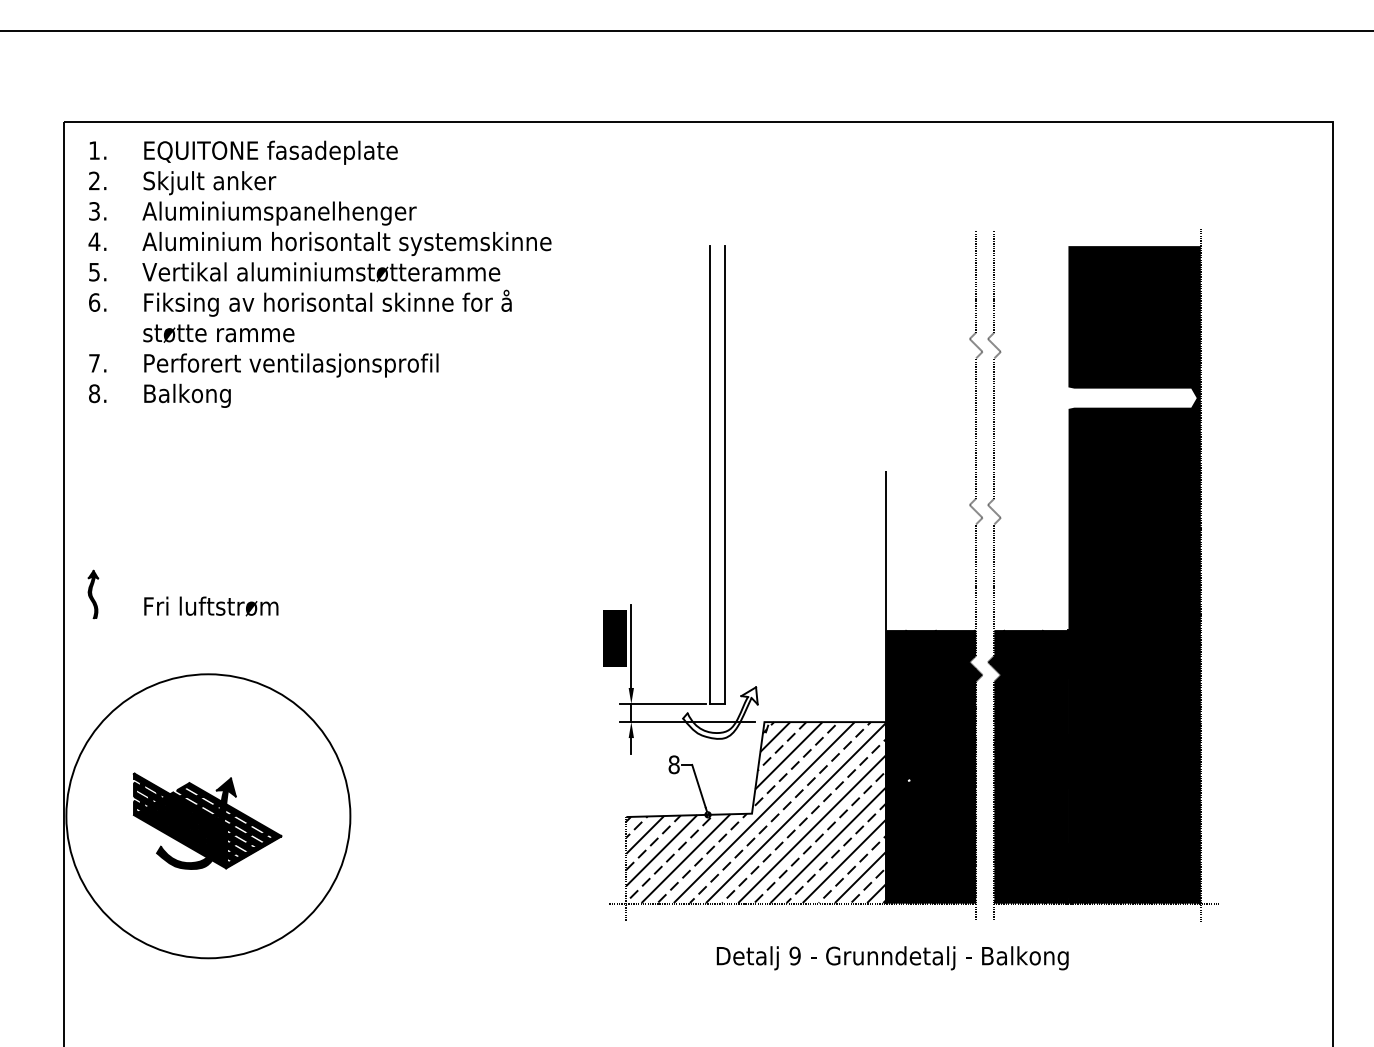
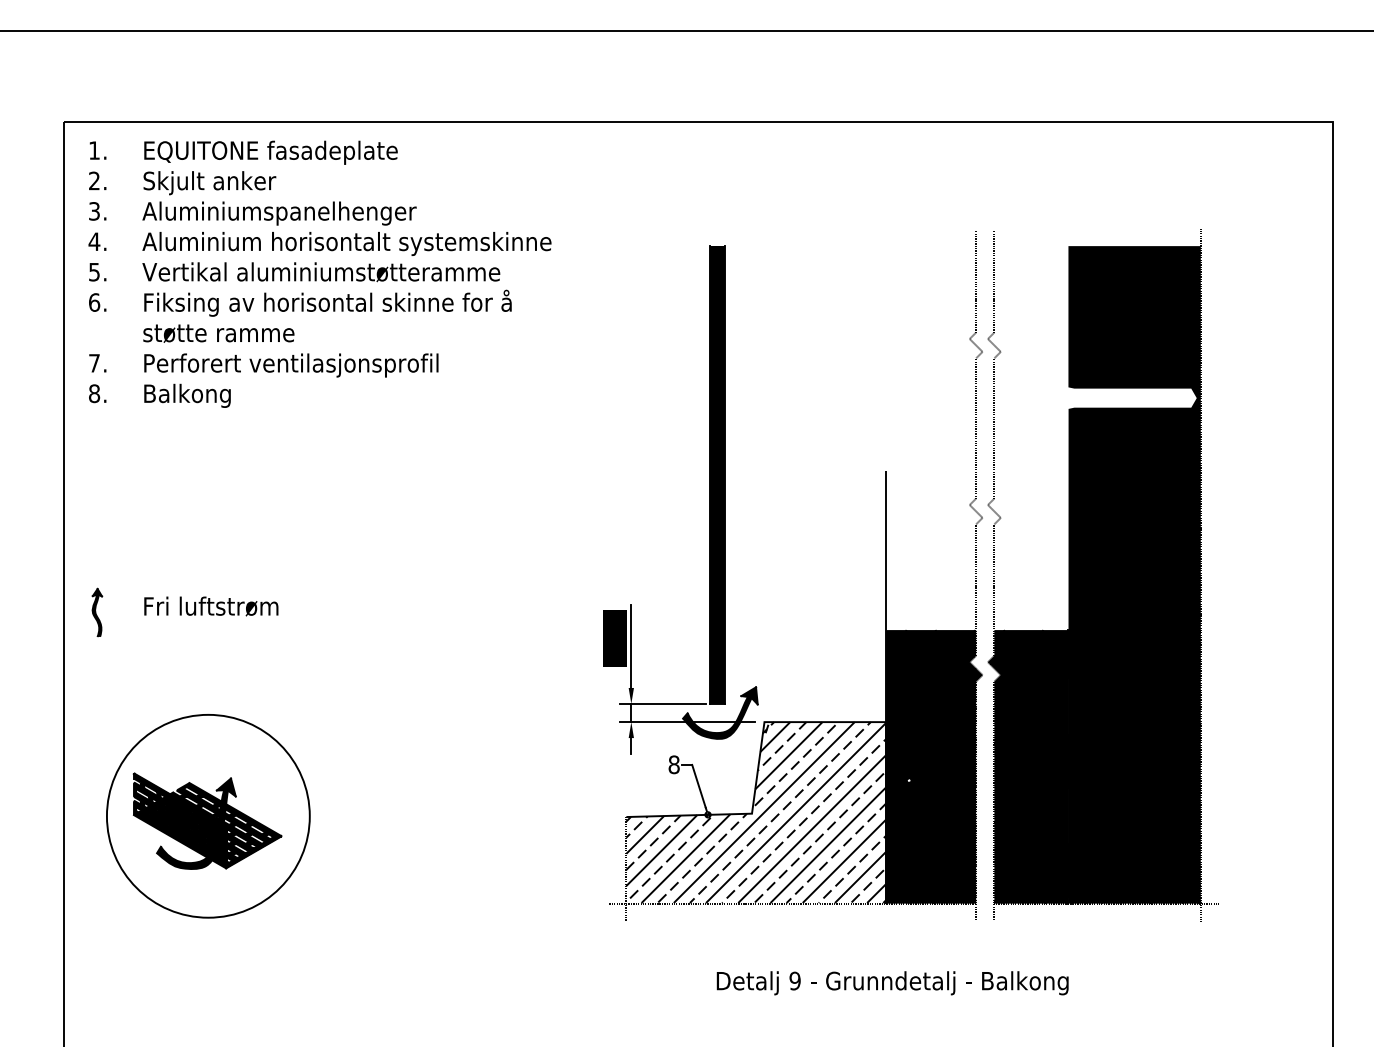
fill at (716, 474): none -> present
part at (93, 594) position: (93, 594) -> (97, 612)
fill at (720, 712): none -> present
circle at (208, 816) diameter: 284 px -> 203 px
text at (892, 958) position: (892, 958) -> (892, 983)
